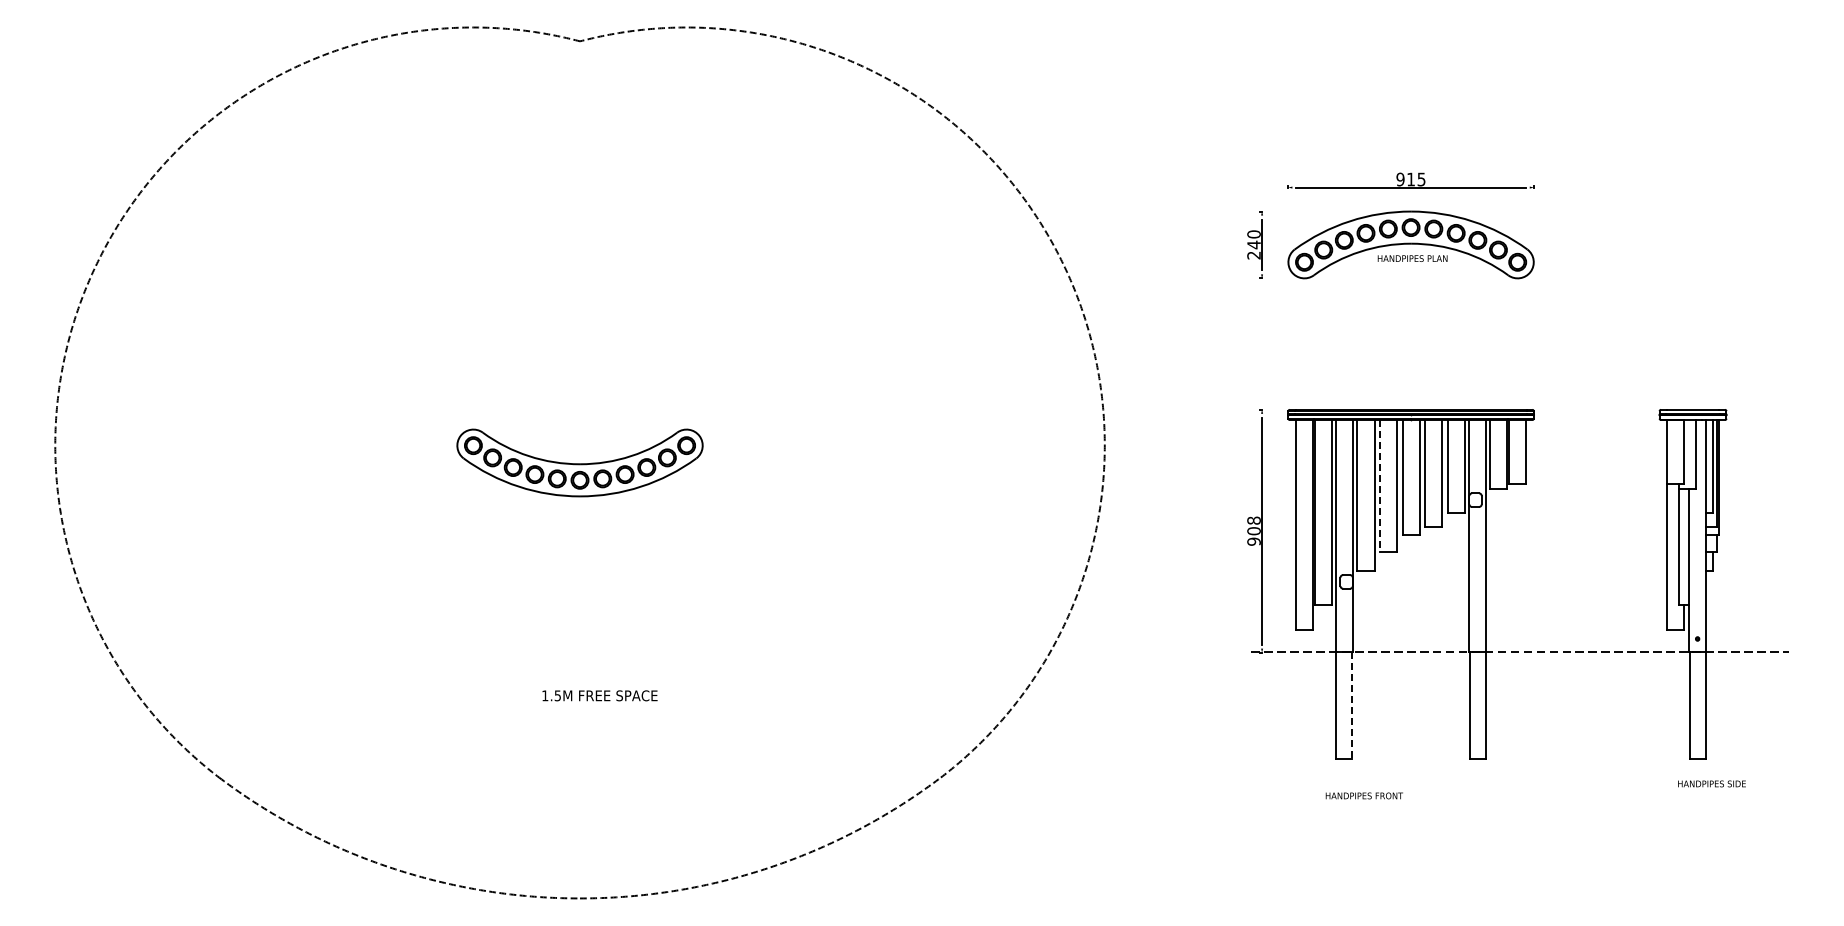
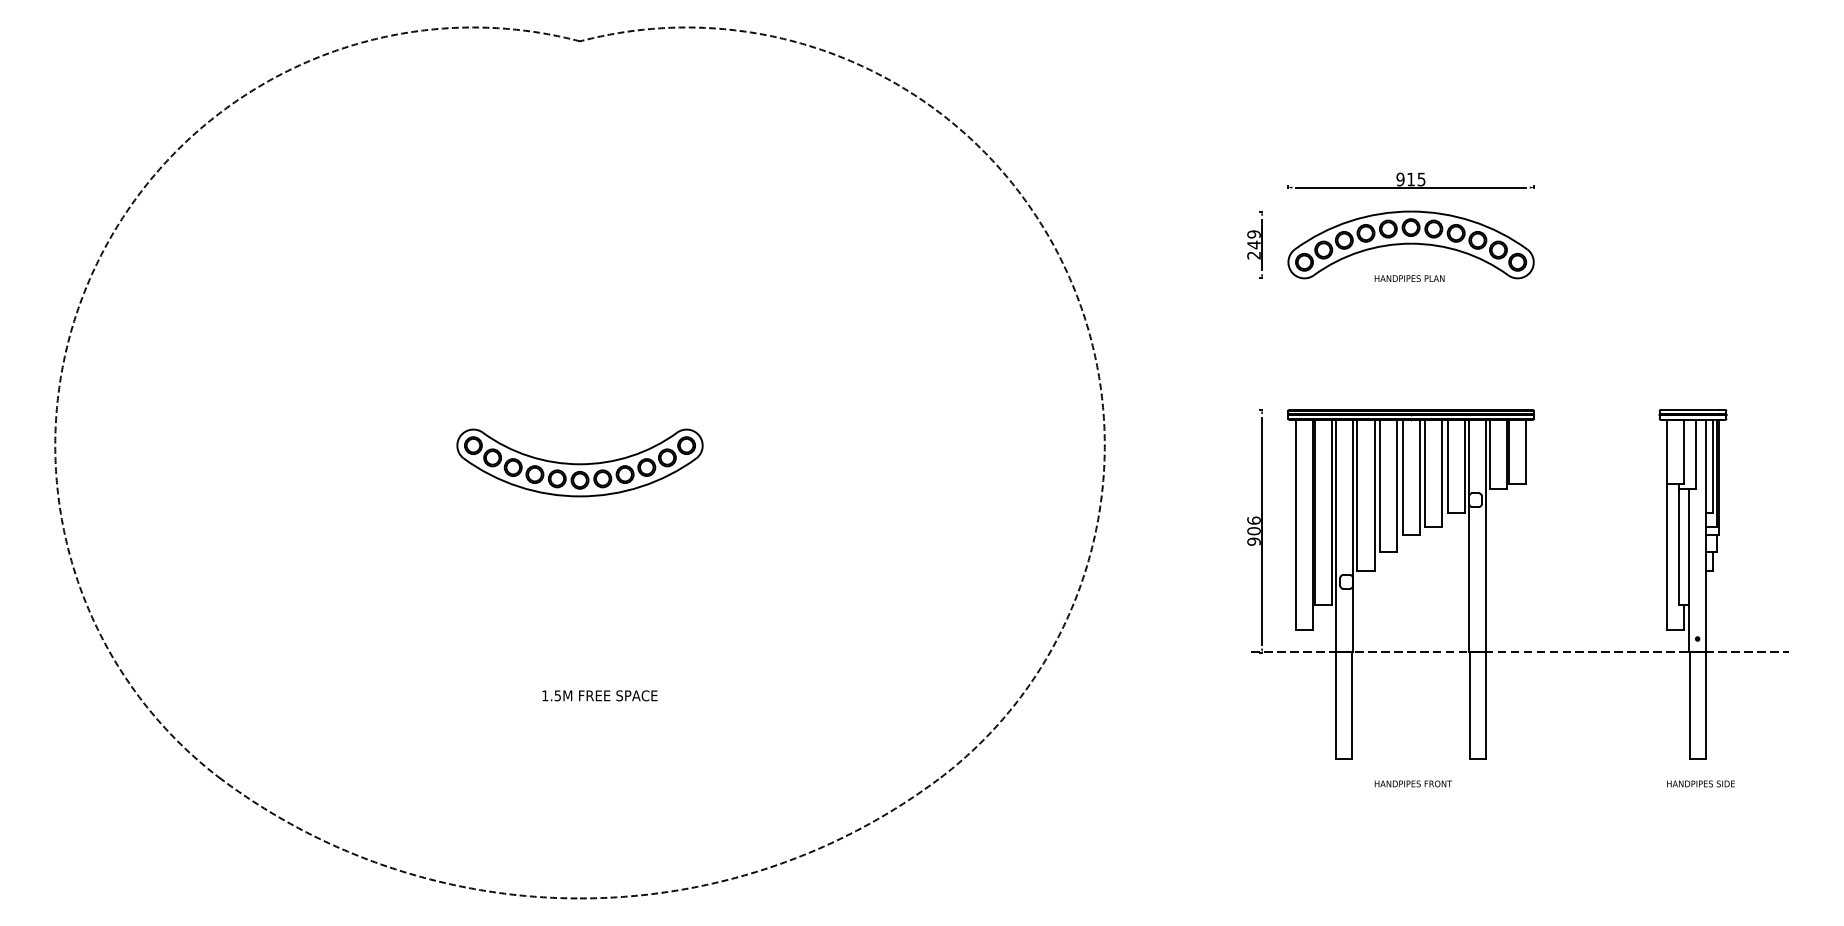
text at (1253, 234): 240 -> 249
text at (1412, 258) position: (1412, 258) -> (1409, 278)
line at (1379, 486): dashed -> solid
text at (1253, 520): 908 -> 906
line at (1352, 706): dashed -> solid
text at (1711, 783) position: (1711, 783) -> (1700, 783)
text at (1363, 795) position: (1363, 795) -> (1412, 783)
